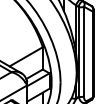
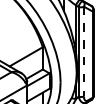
line at (83, 51): solid -> dashed
